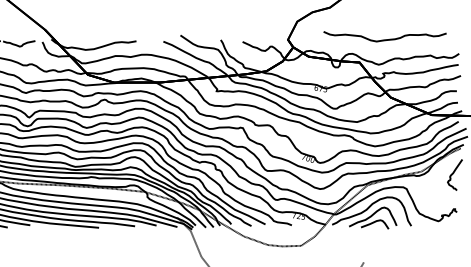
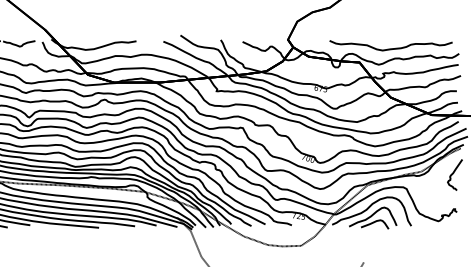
curve at (384, 39) position: (384, 39) -> (390, 48)
